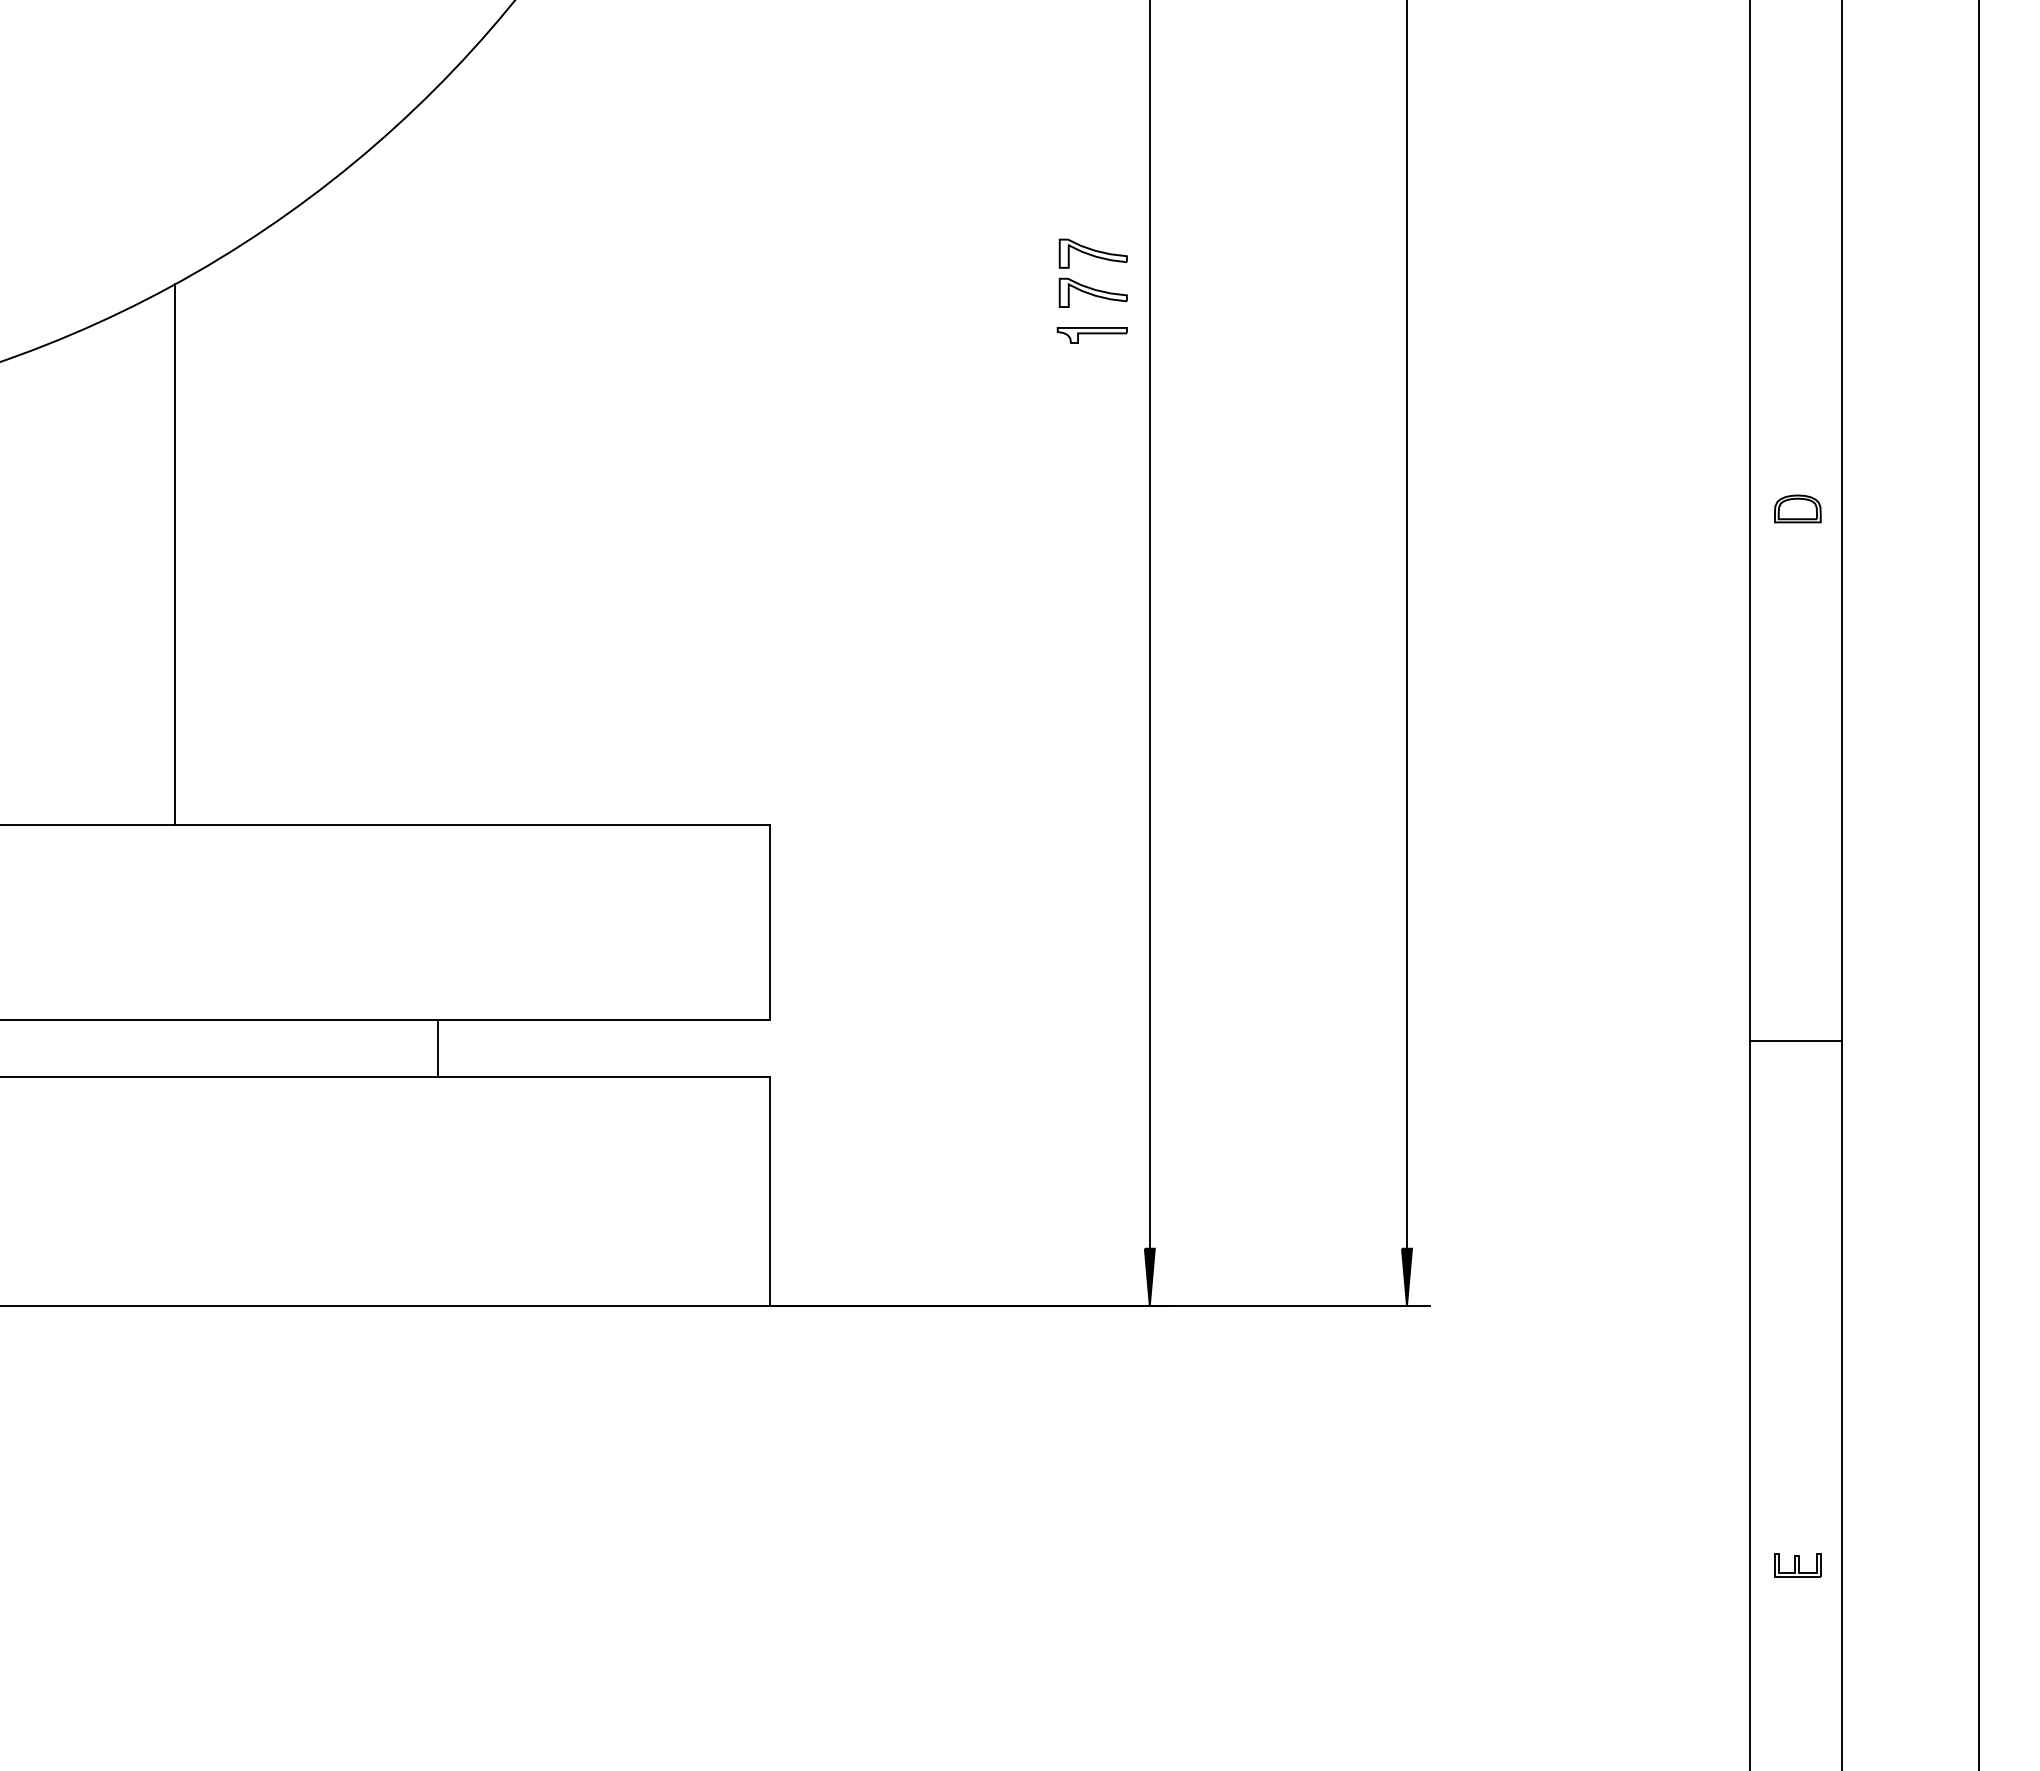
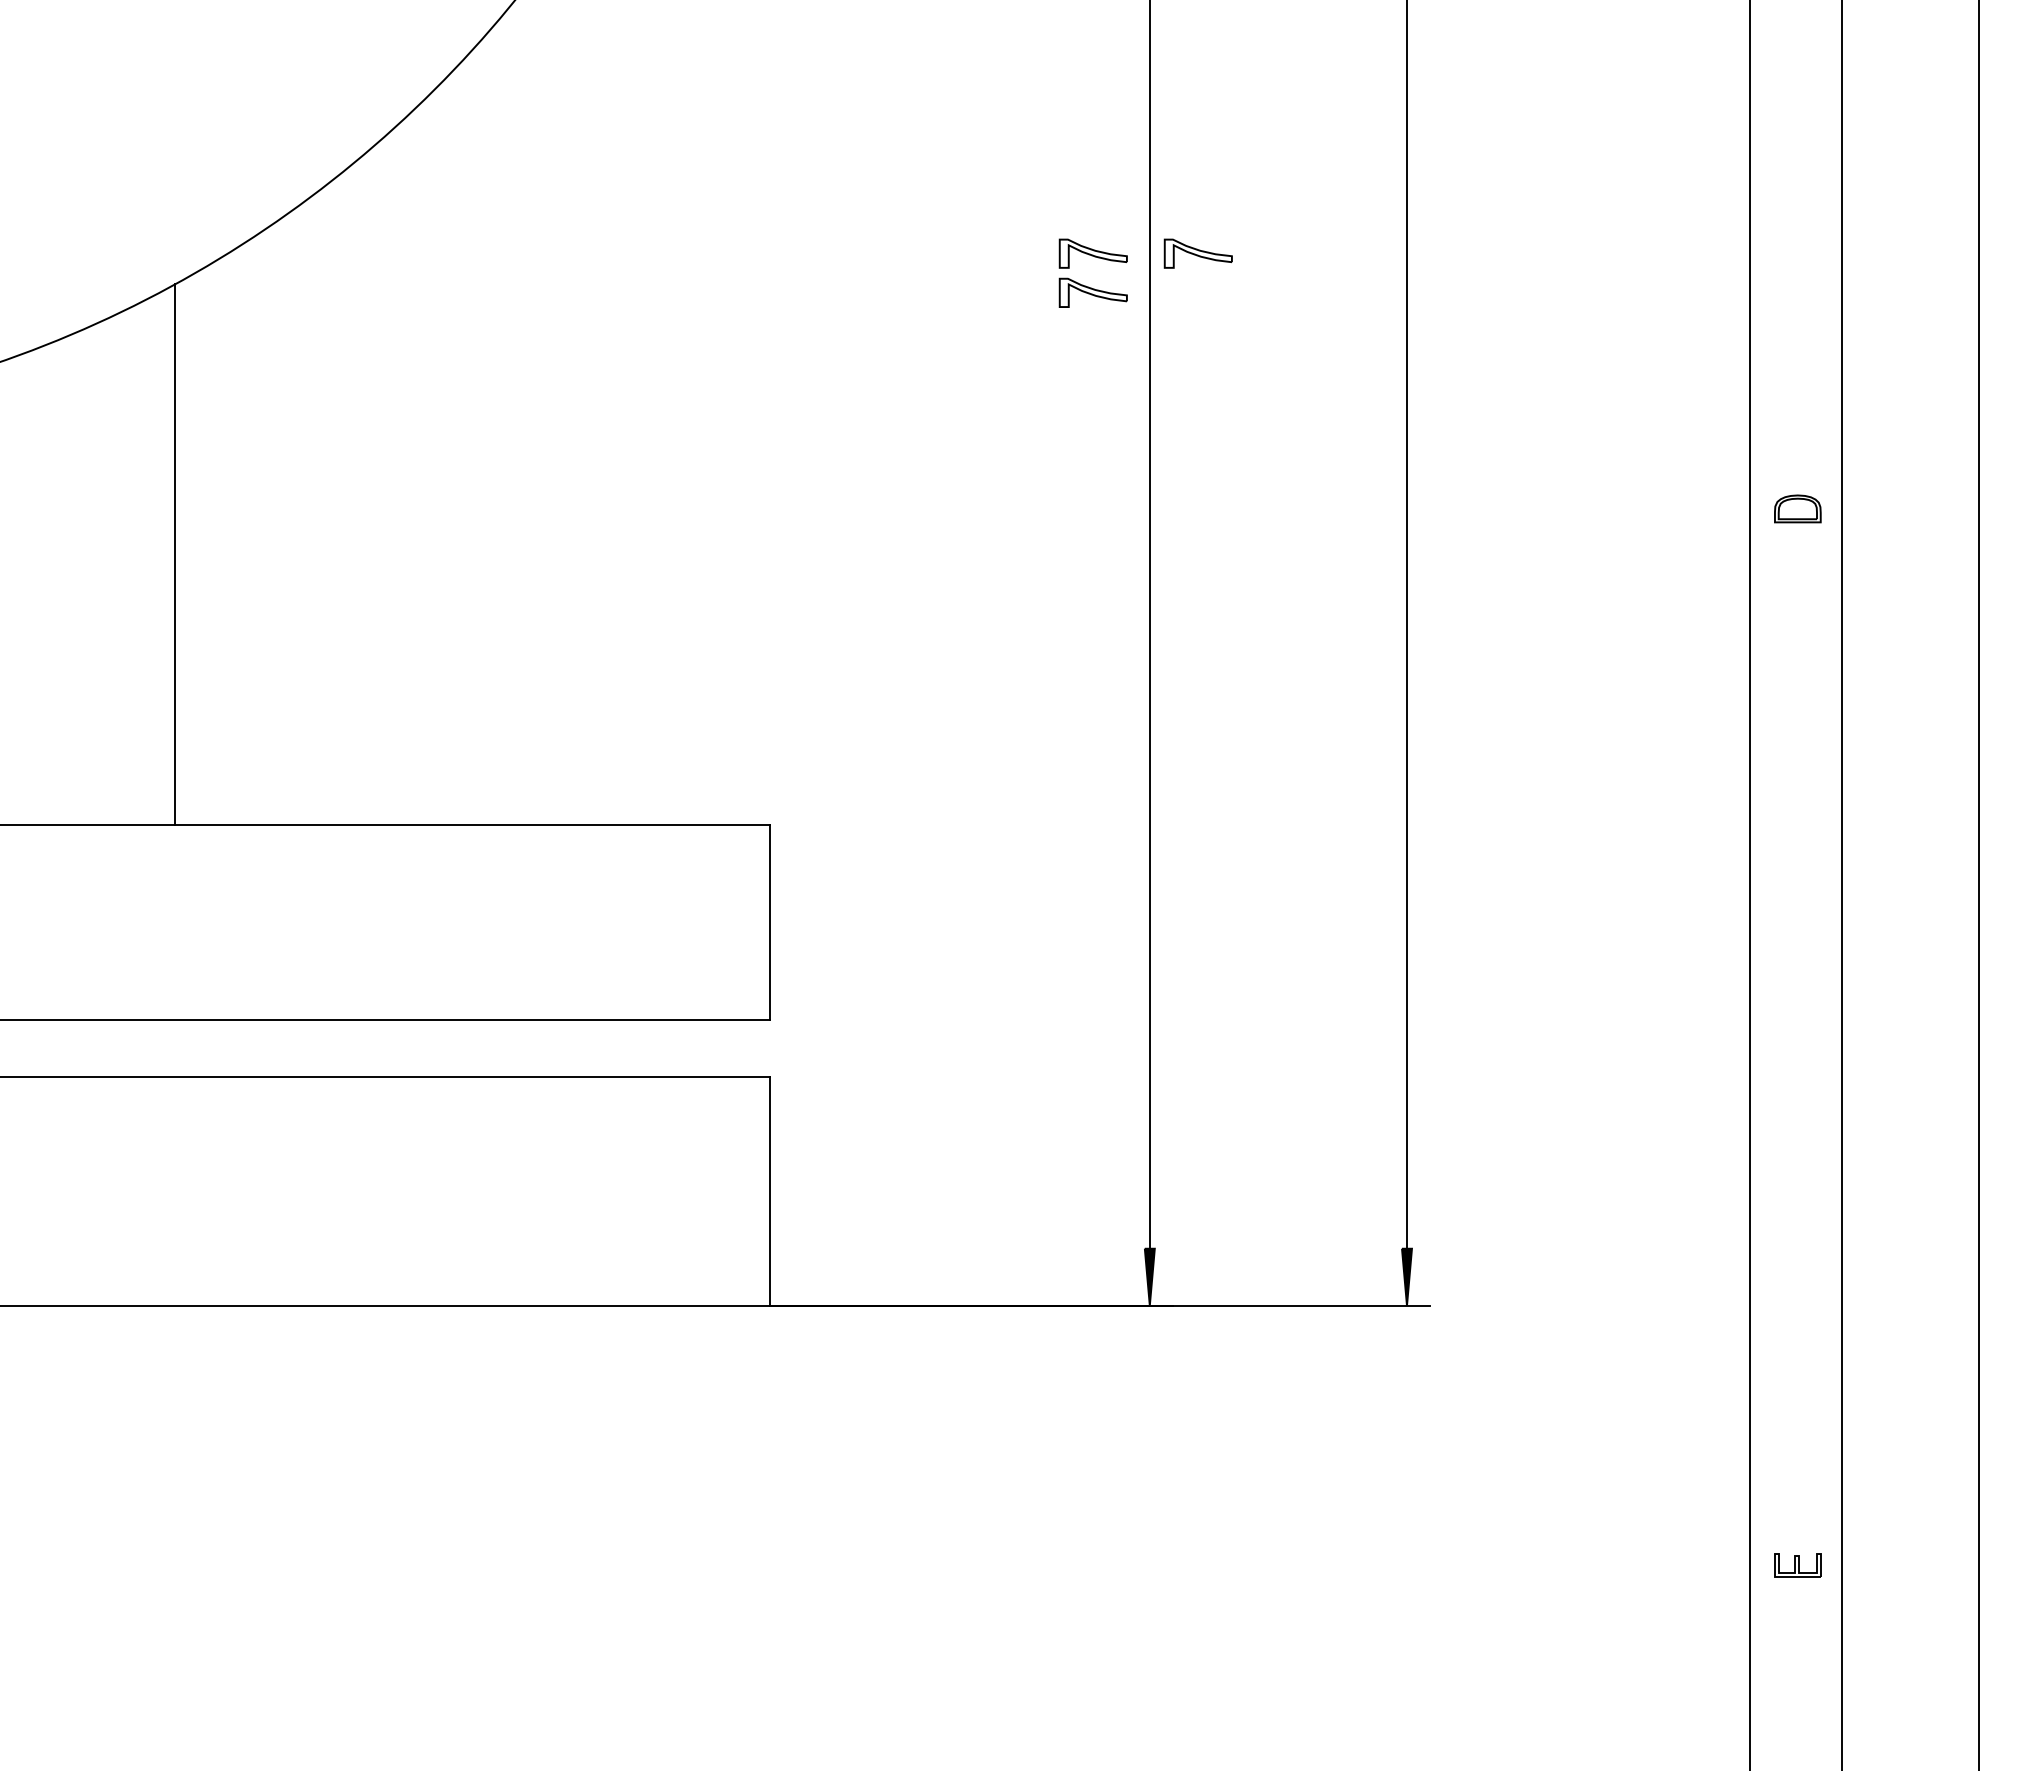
part at (1197, 253): none -> present
part at (1091, 335): present -> none
line at (1795, 1041): present -> none
line at (438, 1047): present -> none
